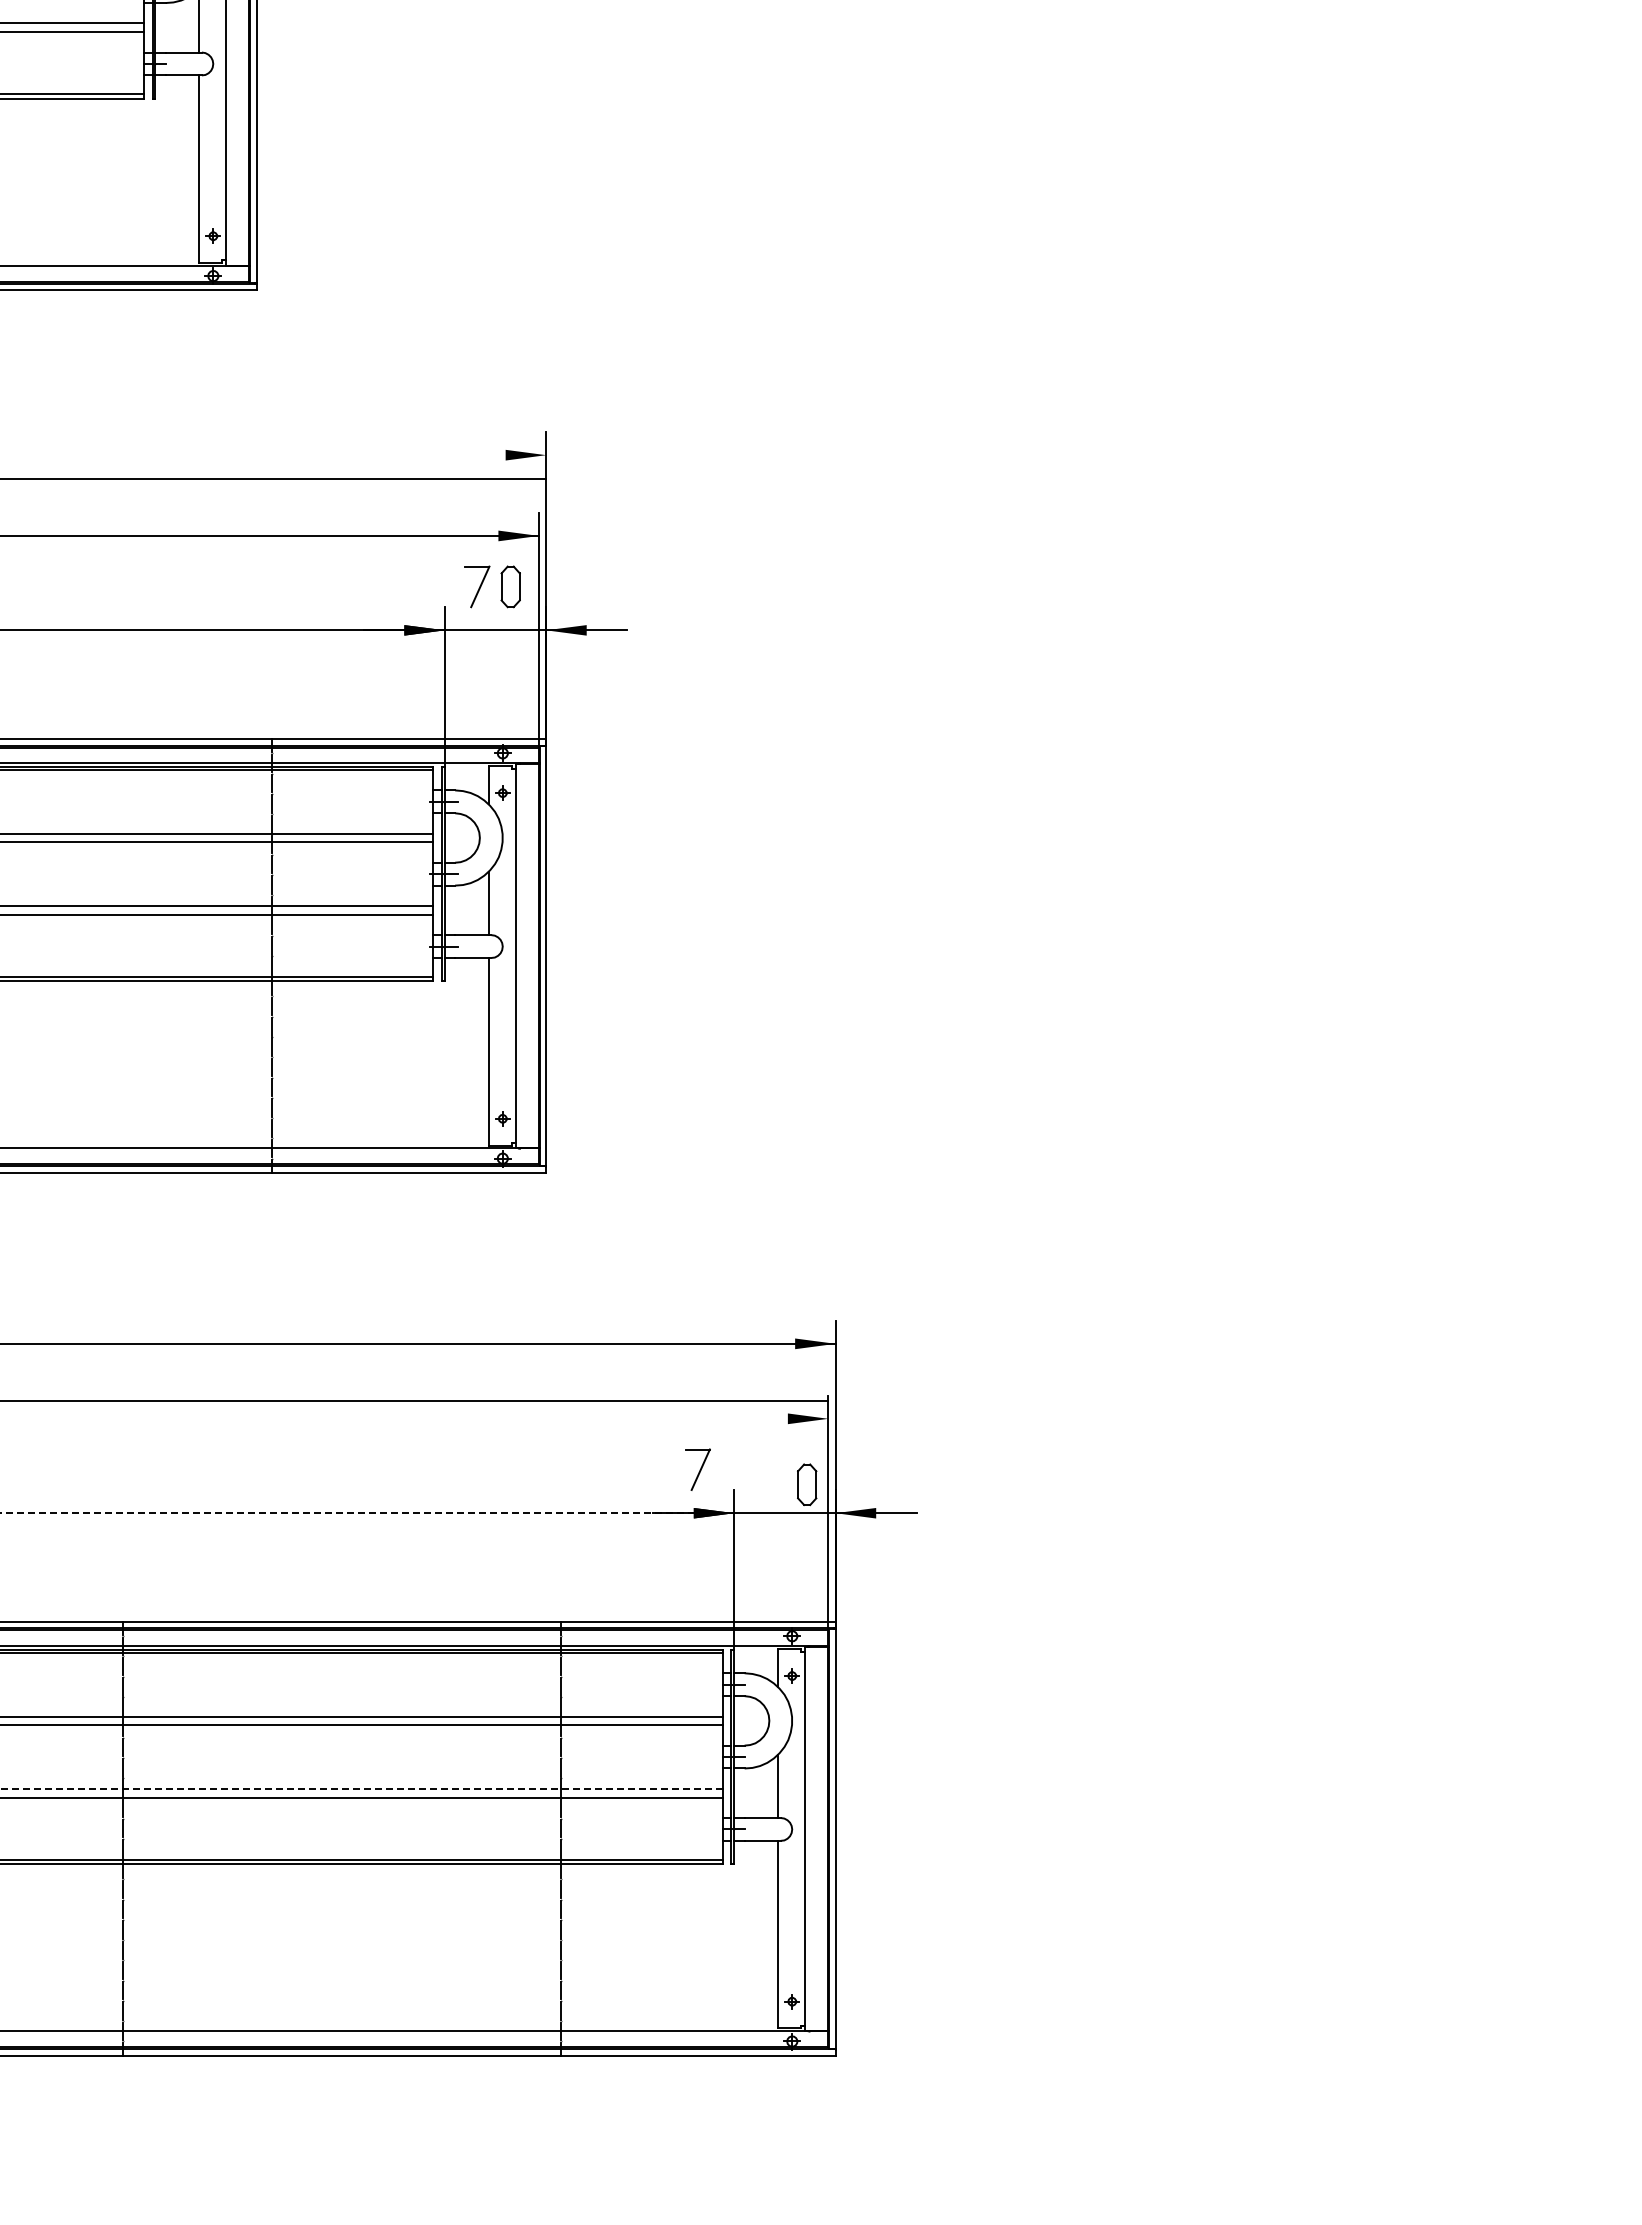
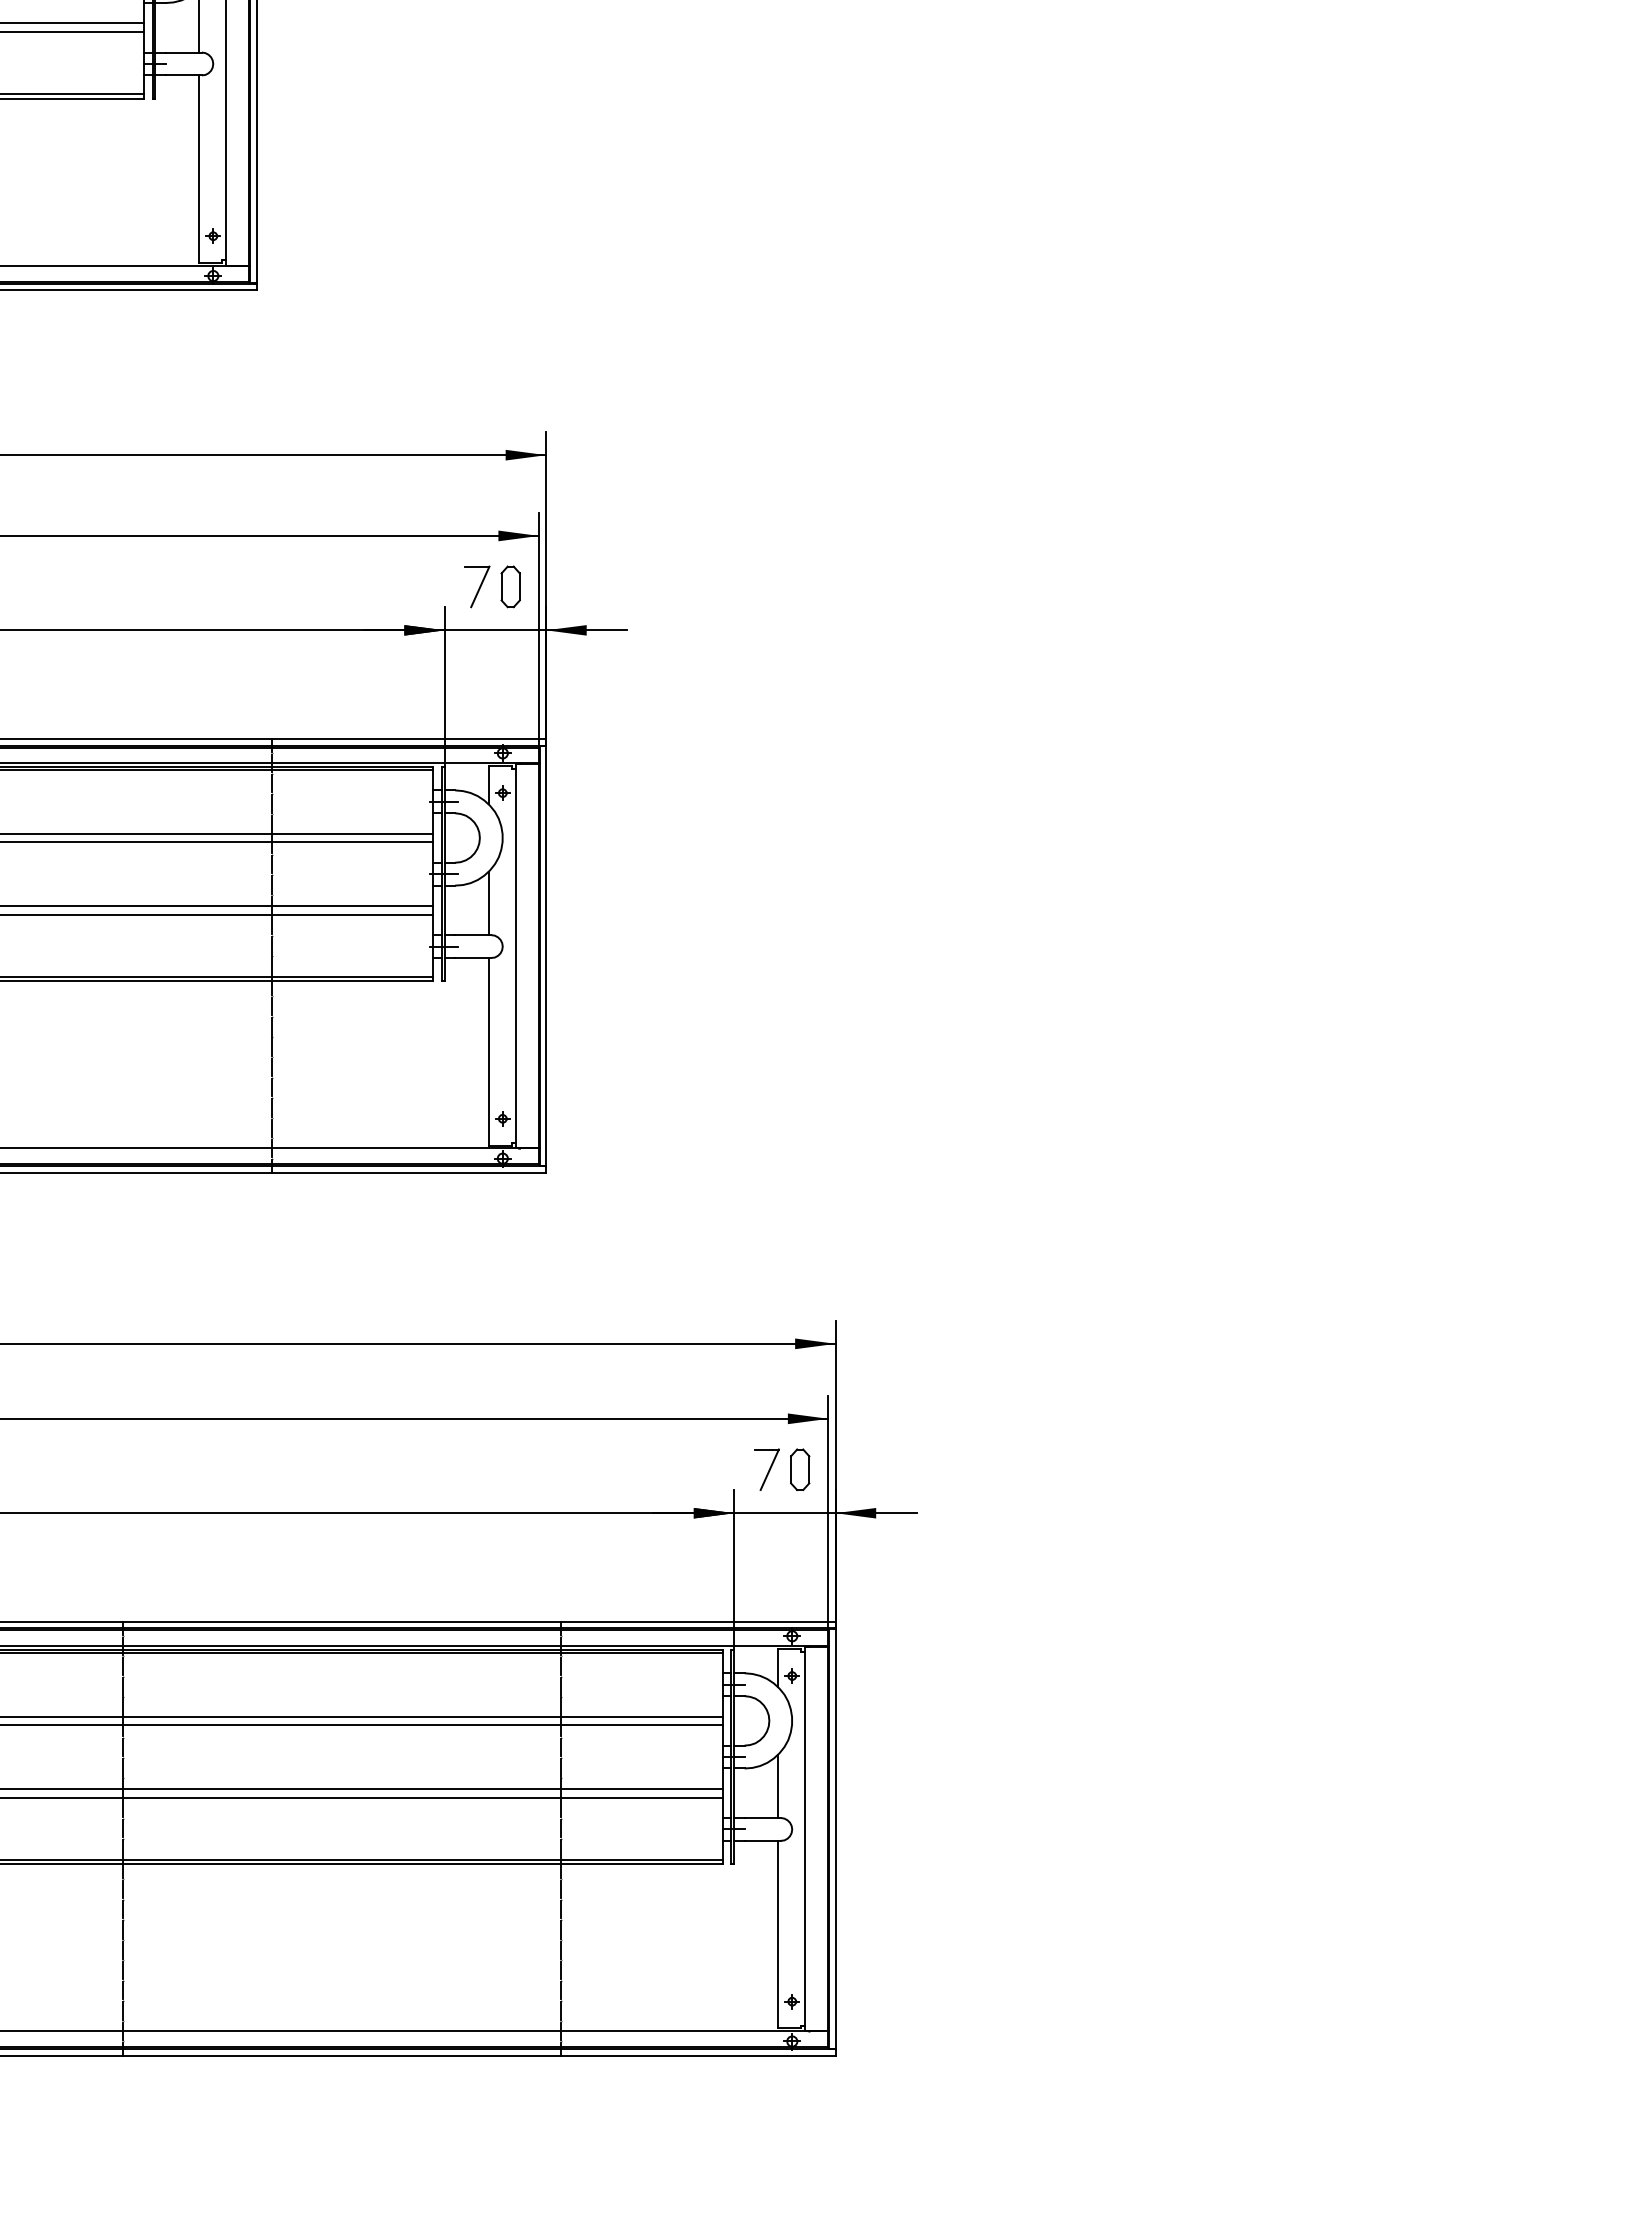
line at (274, 479) position: (274, 479) -> (274, 455)
line at (415, 1400) position: (415, 1400) -> (415, 1418)
part at (697, 1469) position: (697, 1469) -> (766, 1469)
part at (807, 1484) position: (807, 1484) -> (800, 1469)
line at (367, 1513): dashed -> solid
line at (361, 1788): dashed -> solid
